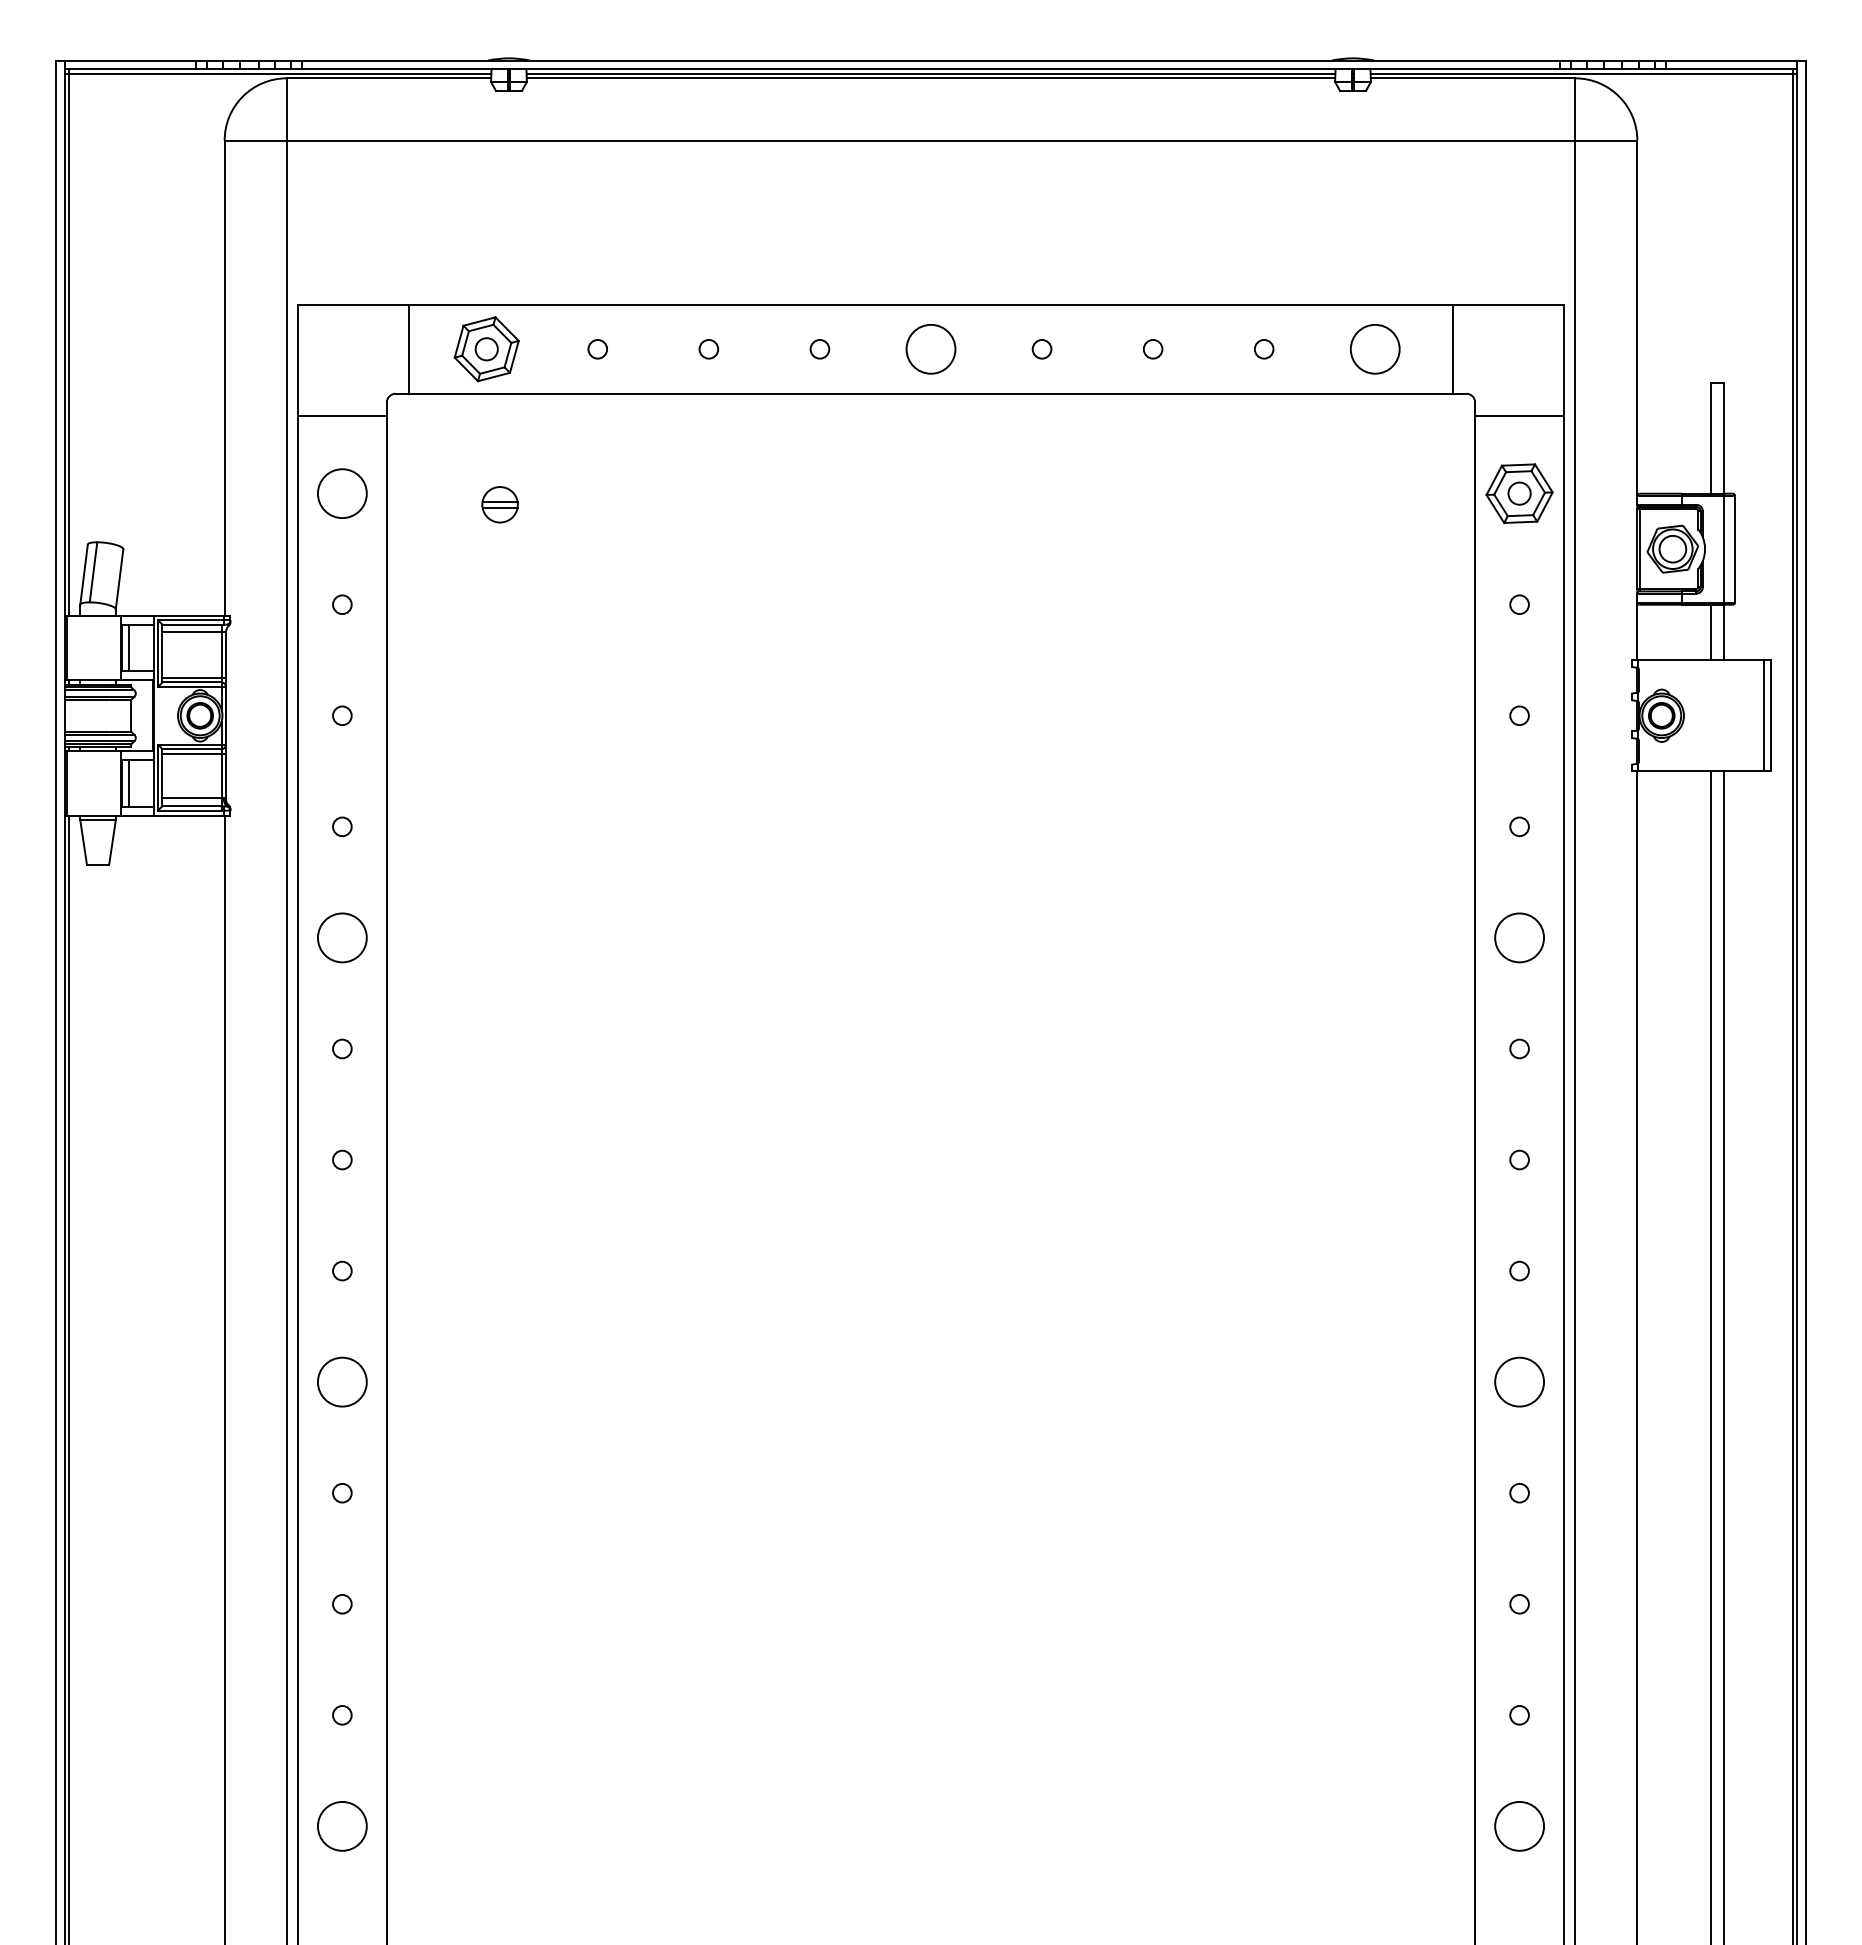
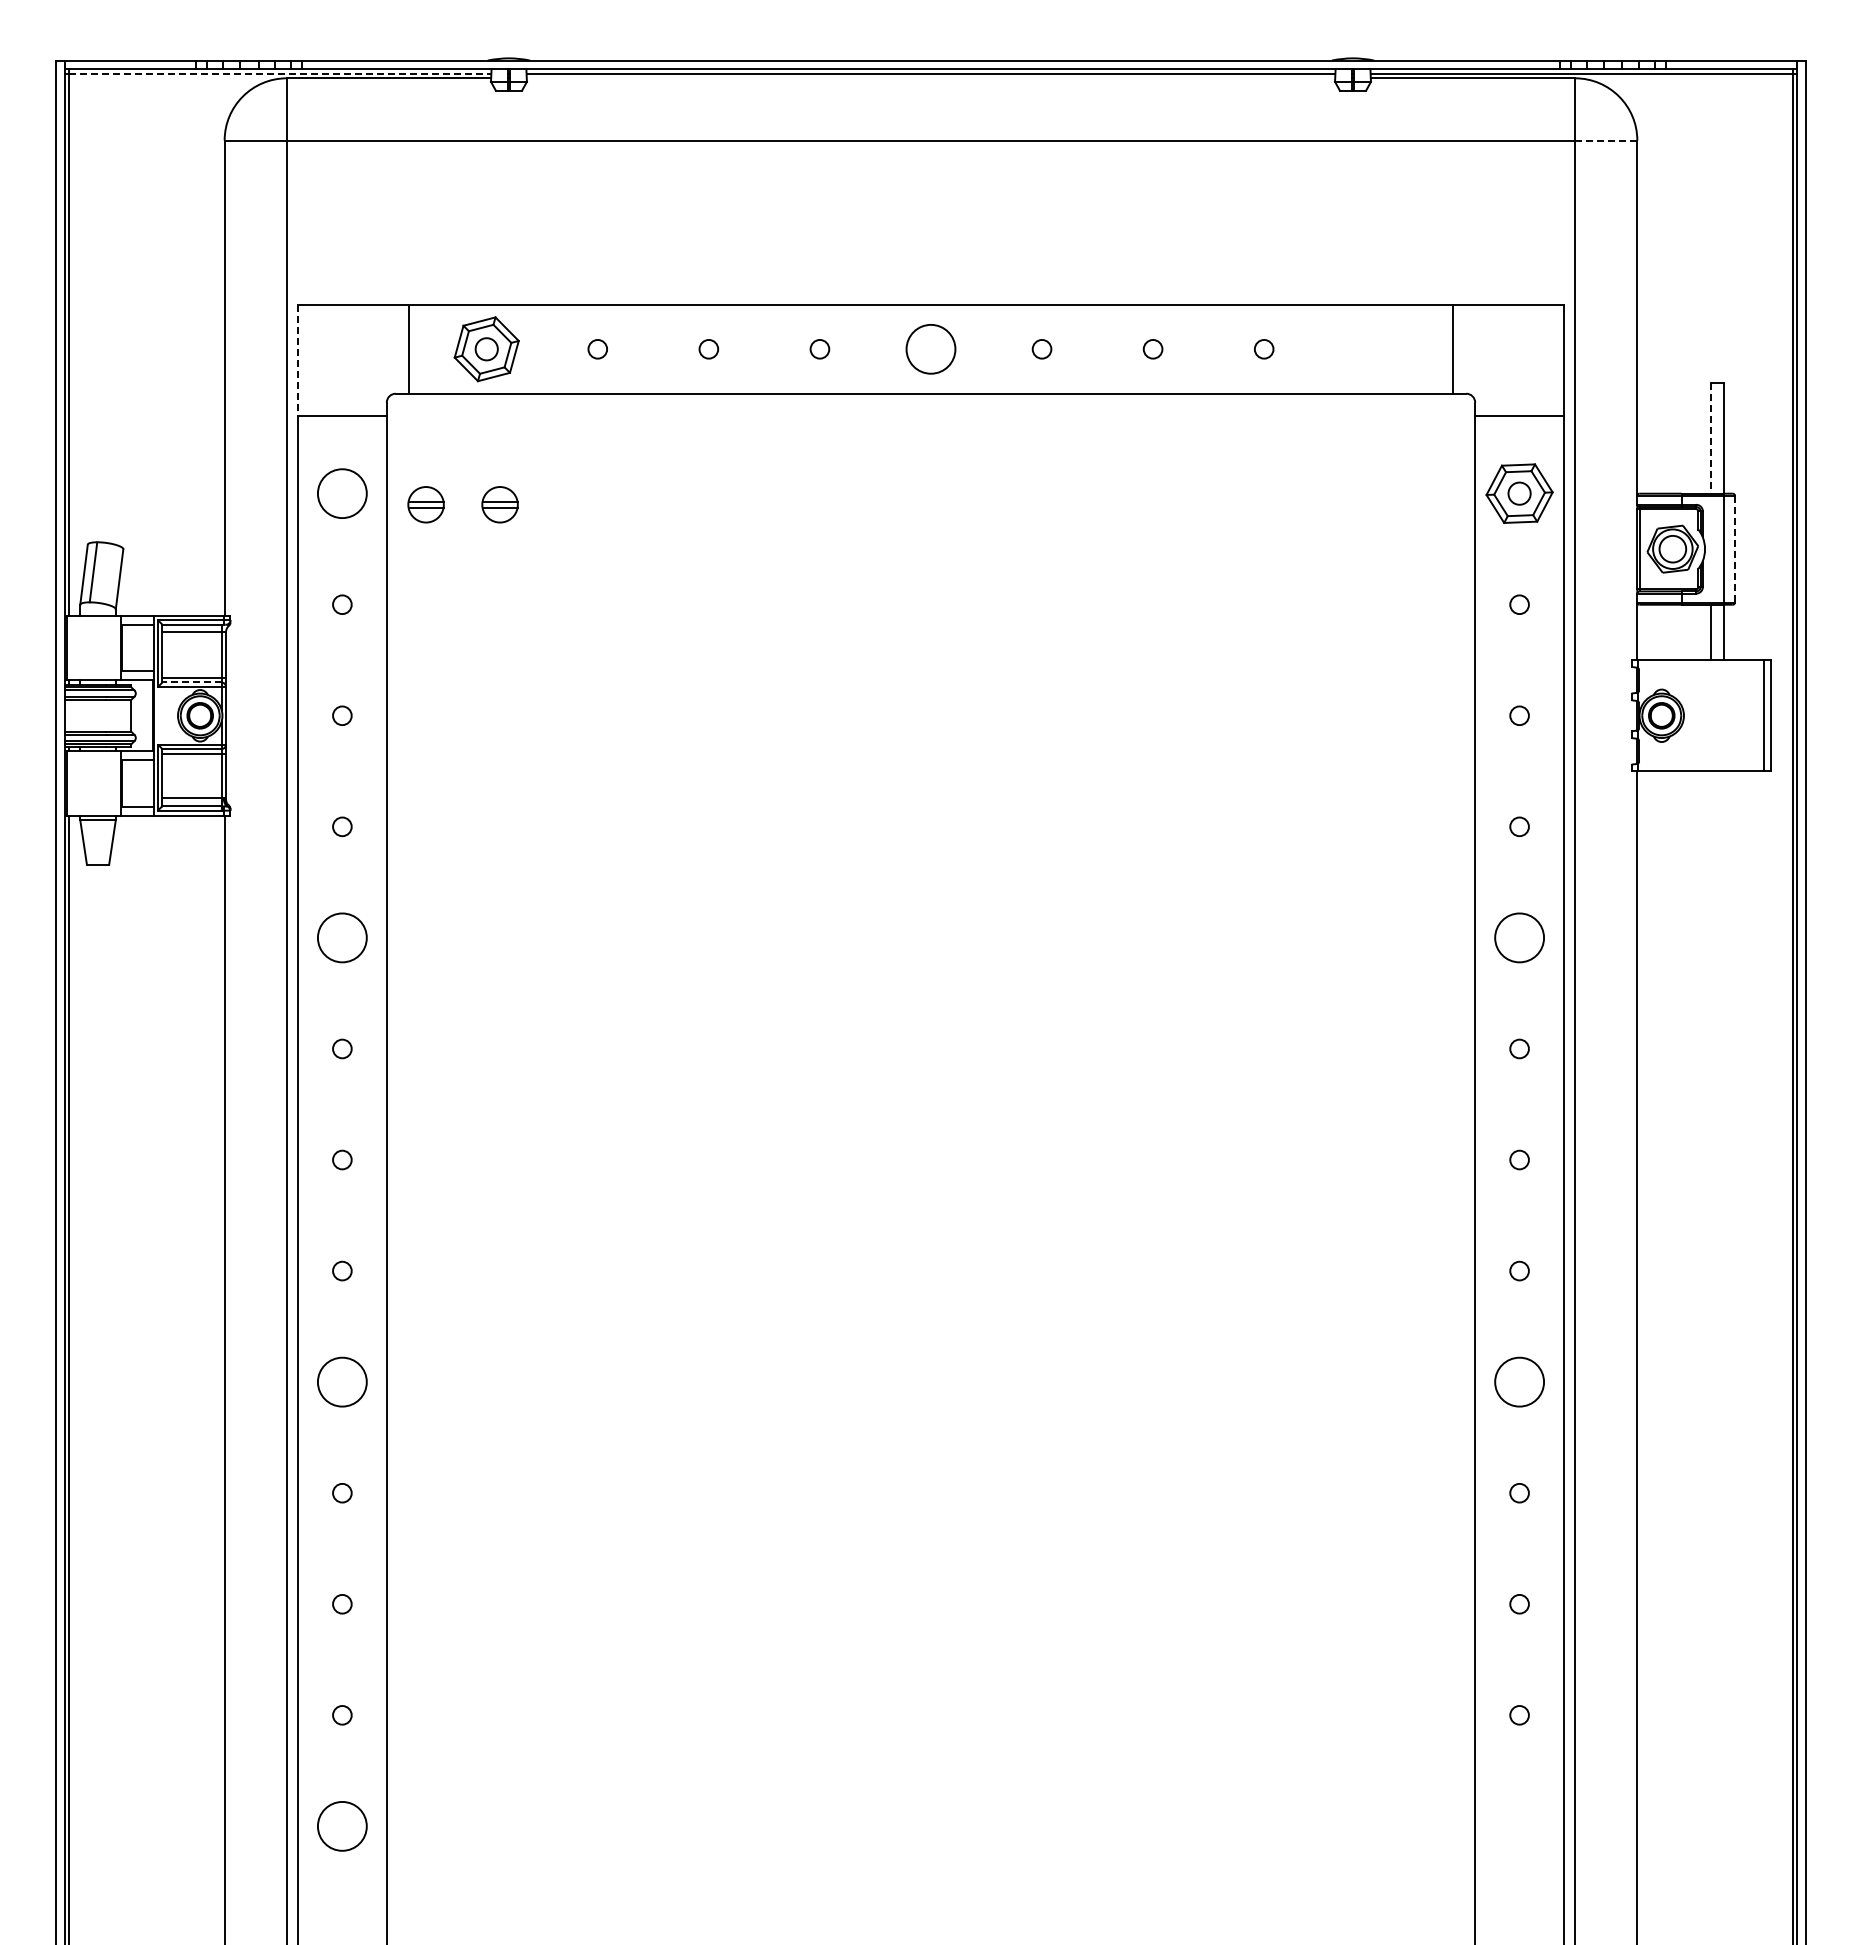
line at (280, 73): solid -> dashed
line at (930, 78): present -> none
line at (1605, 140): solid -> dashed
circle at (1374, 349): present -> none
line at (297, 360): solid -> dashed
line at (1710, 438): solid -> dashed
part at (425, 504): none -> present
line at (1735, 549): solid -> dashed
line at (128, 647): present -> none
line at (192, 682): solid -> dashed
line at (128, 783): present -> none
line at (1710, 1356): present -> none
line at (1723, 1356): present -> none
circle at (1519, 1826): present -> none
